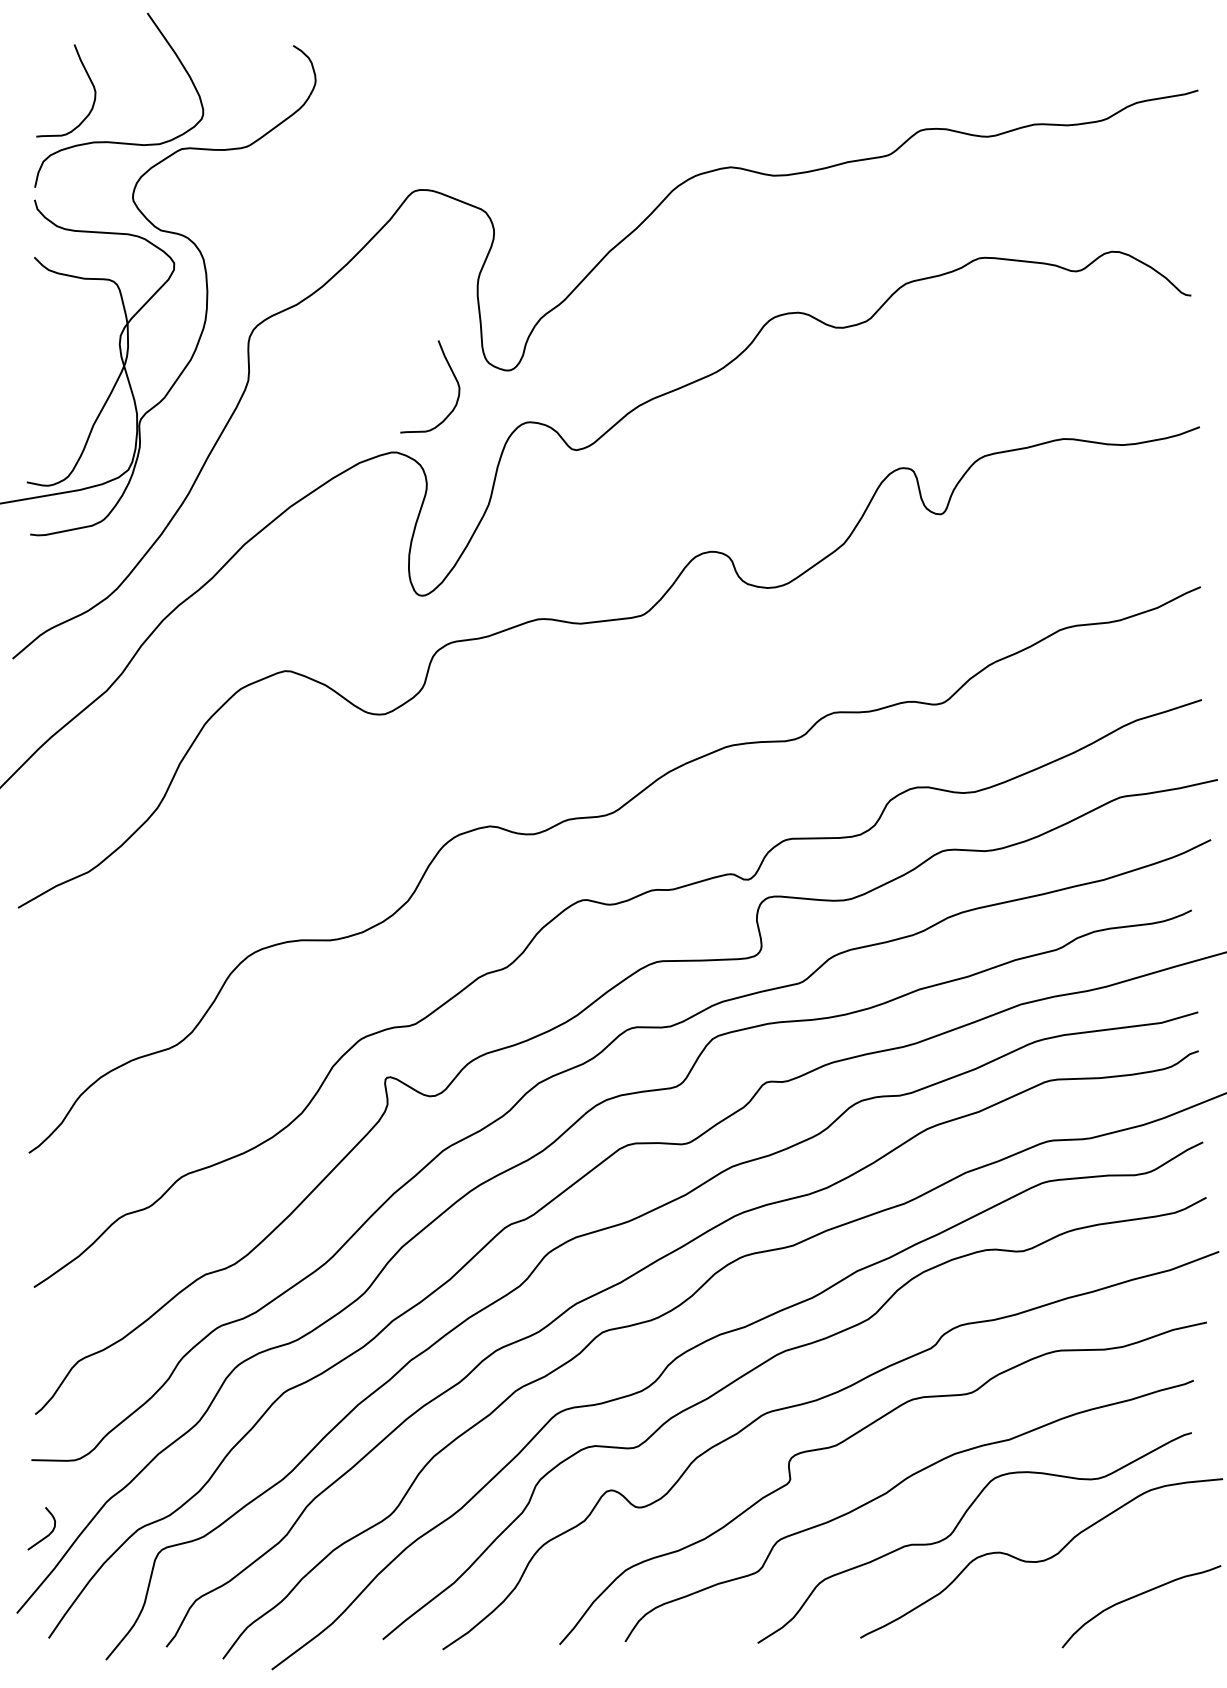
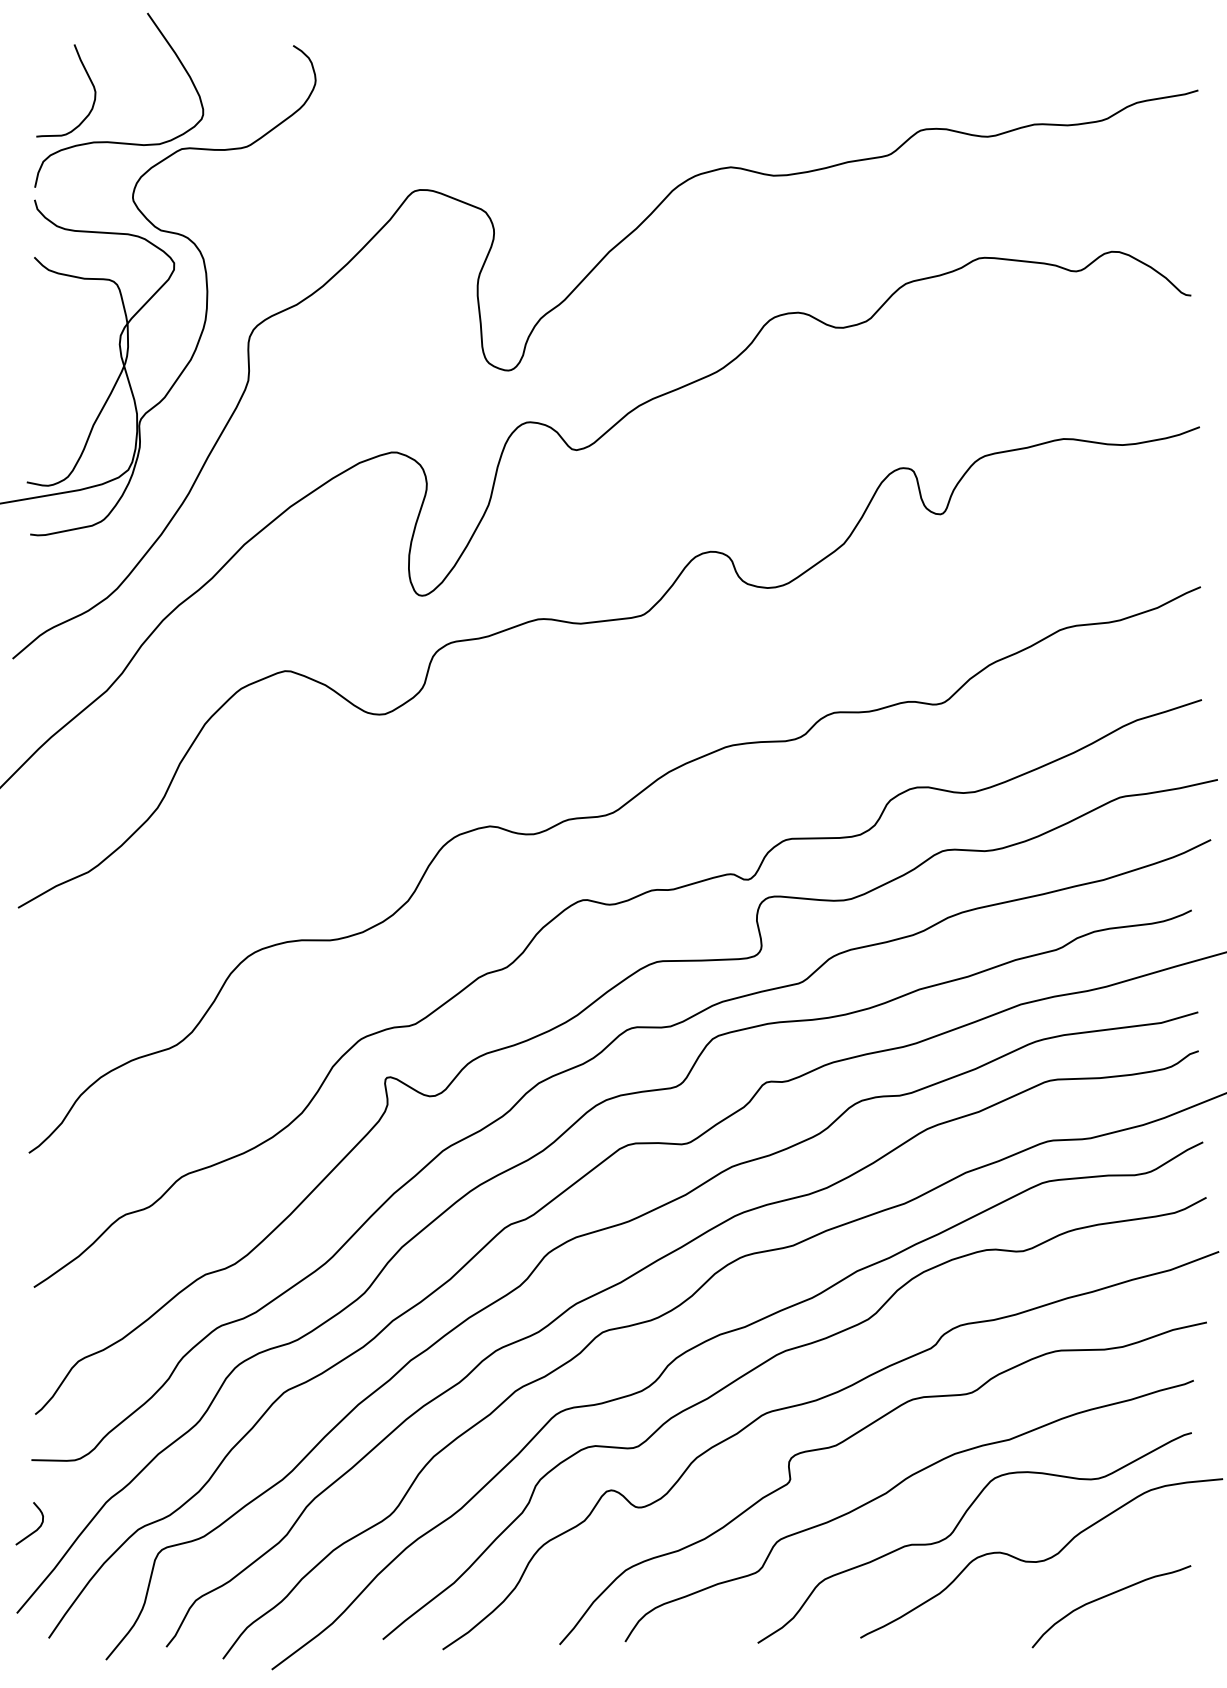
curve at (452, 374): present -> none
curve at (46, 1535) position: (46, 1535) -> (34, 1530)
curve at (1137, 1596) position: (1137, 1596) -> (1107, 1596)
